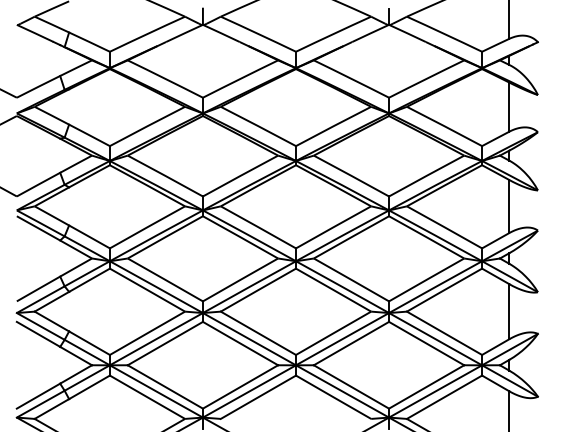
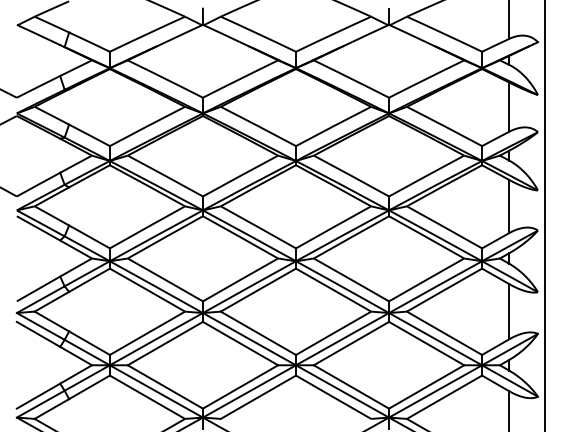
line at (545, 215): none -> present
